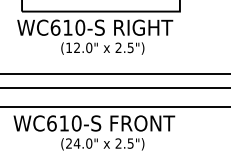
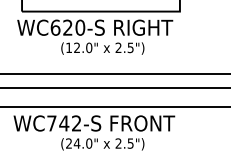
text at (67, 27): WC610-S -> WC620-S
text at (64, 123): WC610-S -> WC742-S
